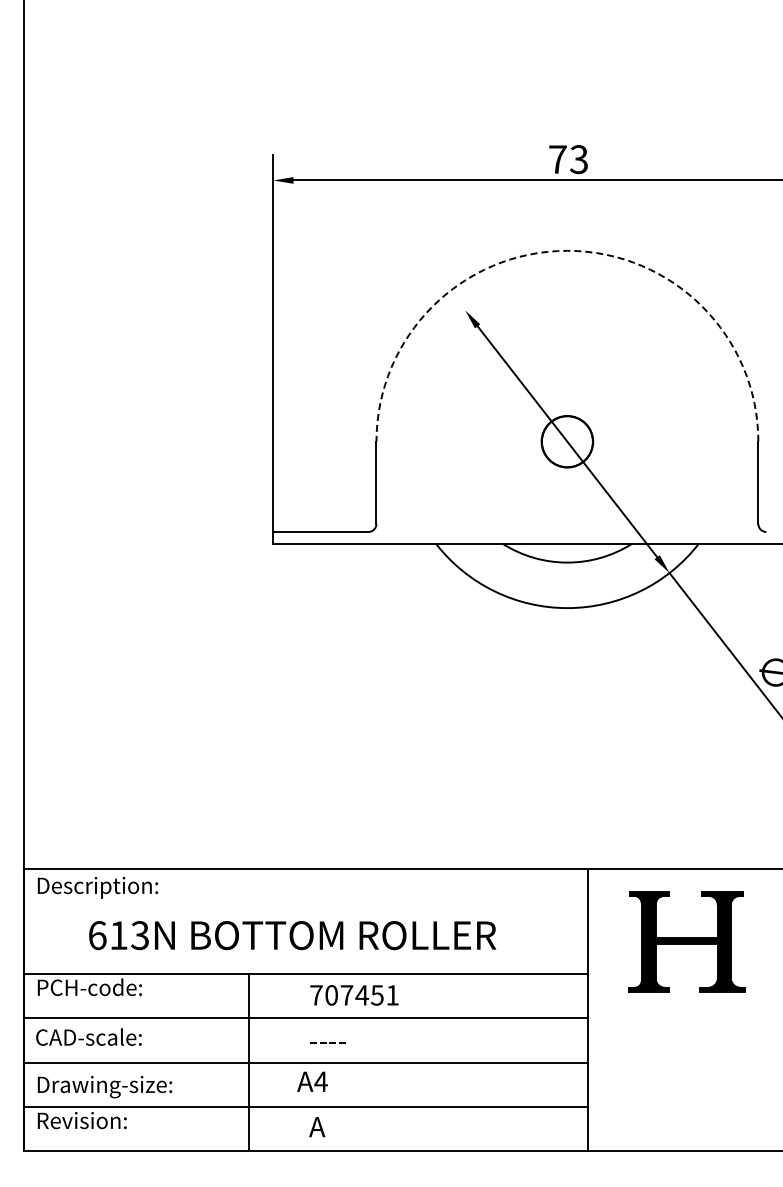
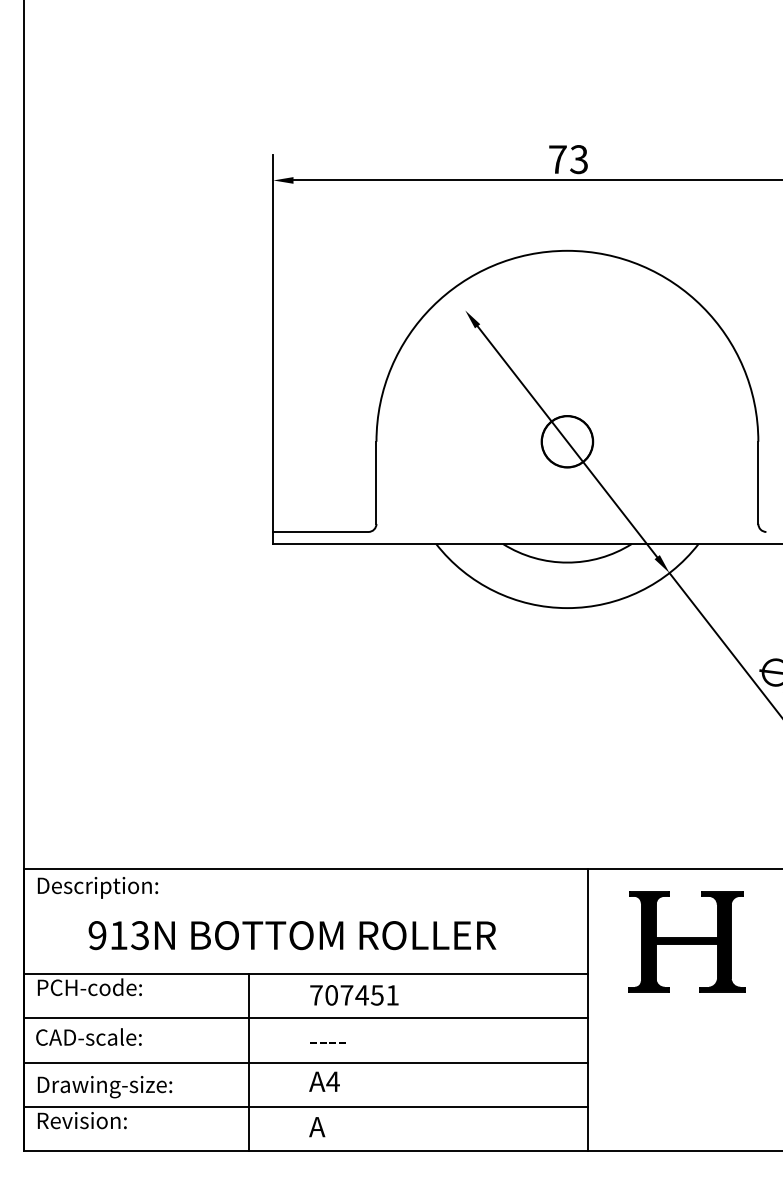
arc at (567, 250): dashed -> solid
text at (97, 935): 613N -> 913N
text at (312, 1081) position: (312, 1081) -> (324, 1081)
